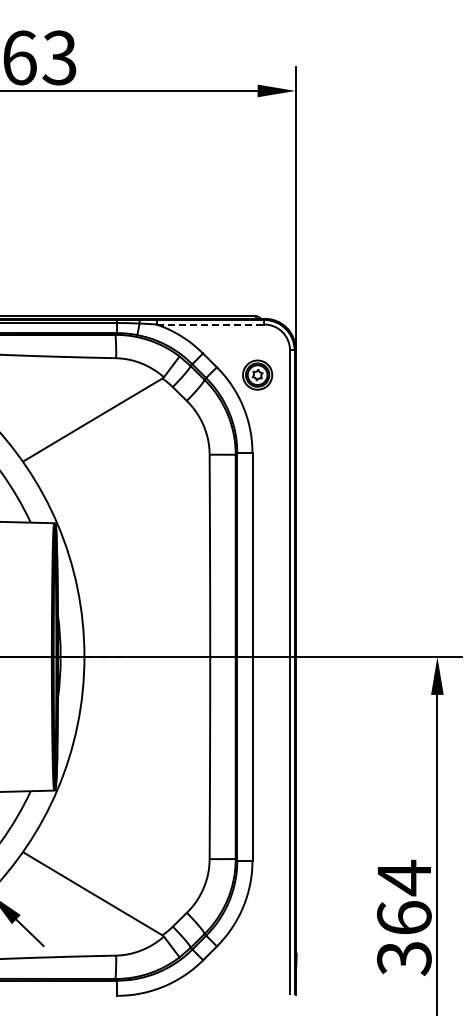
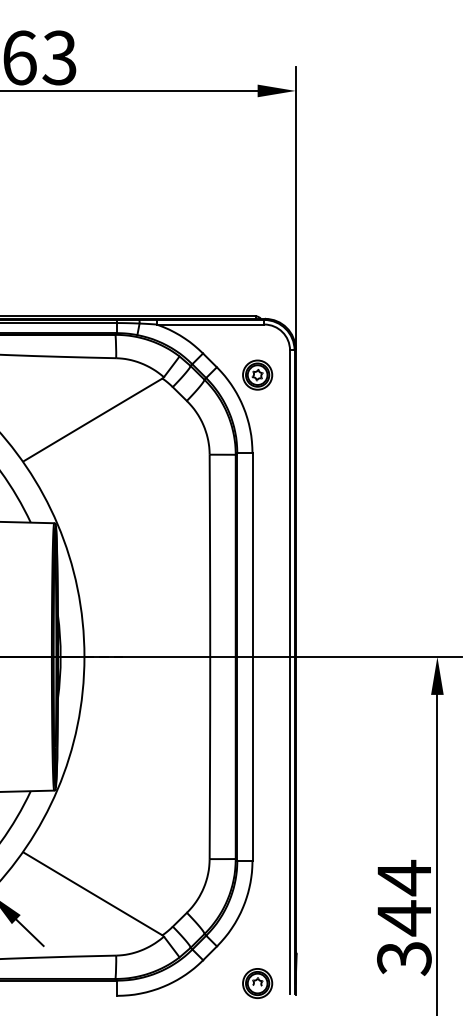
line at (210, 324): dashed -> solid
text at (404, 918): 364 -> 344
part at (257, 983): none -> present
